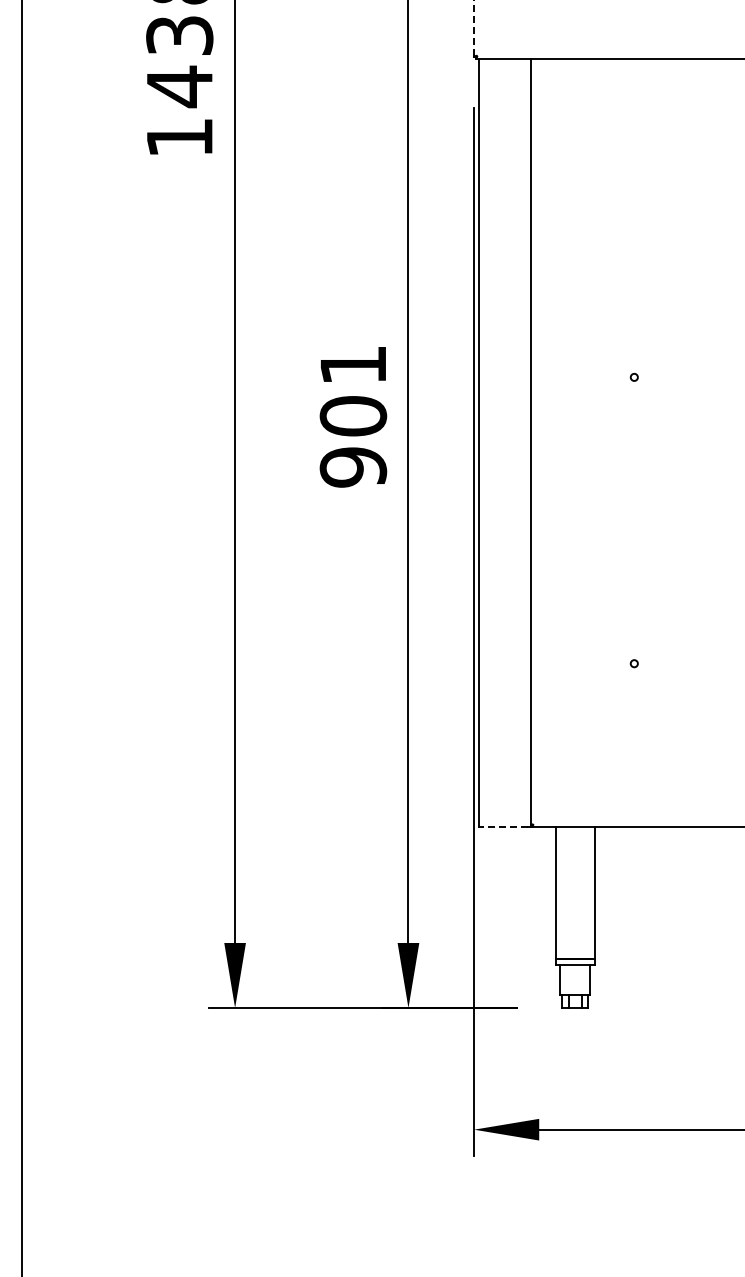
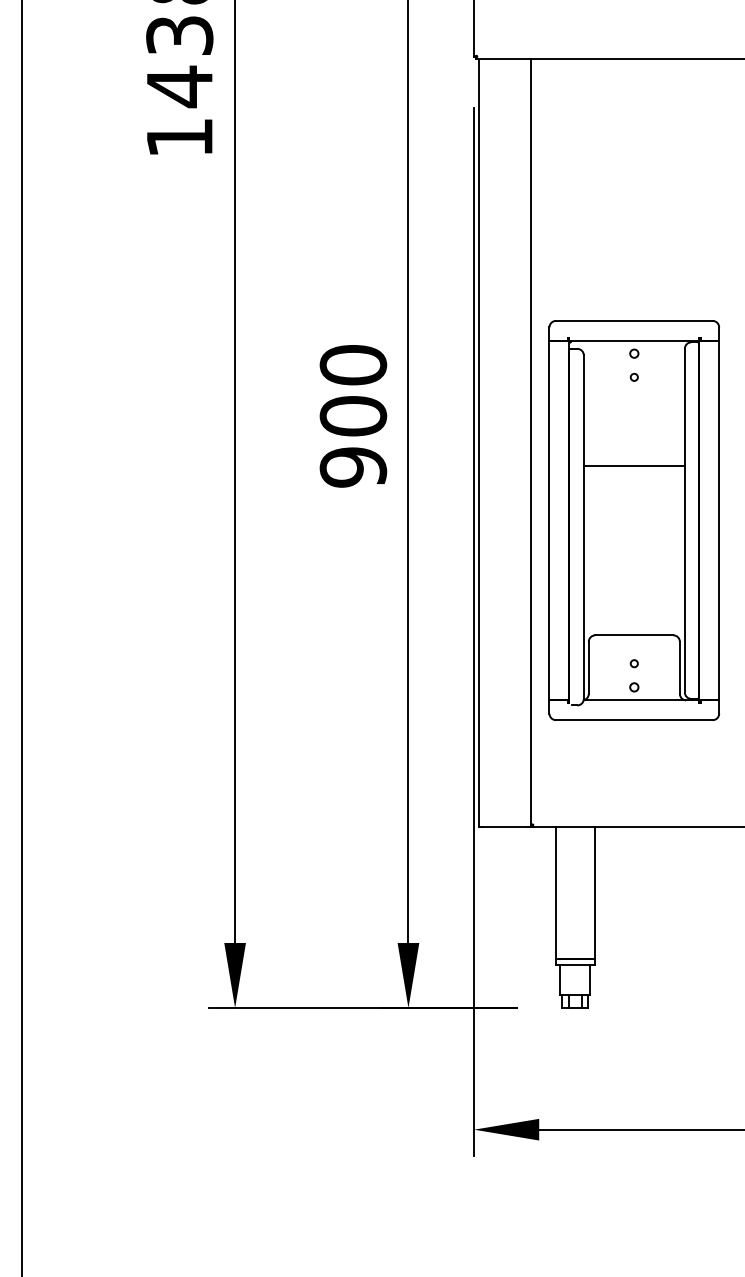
line at (474, 27): dashed -> solid
text at (353, 365): 901 -> 900
part at (633, 520): none -> present
line at (504, 826): dashed -> solid
